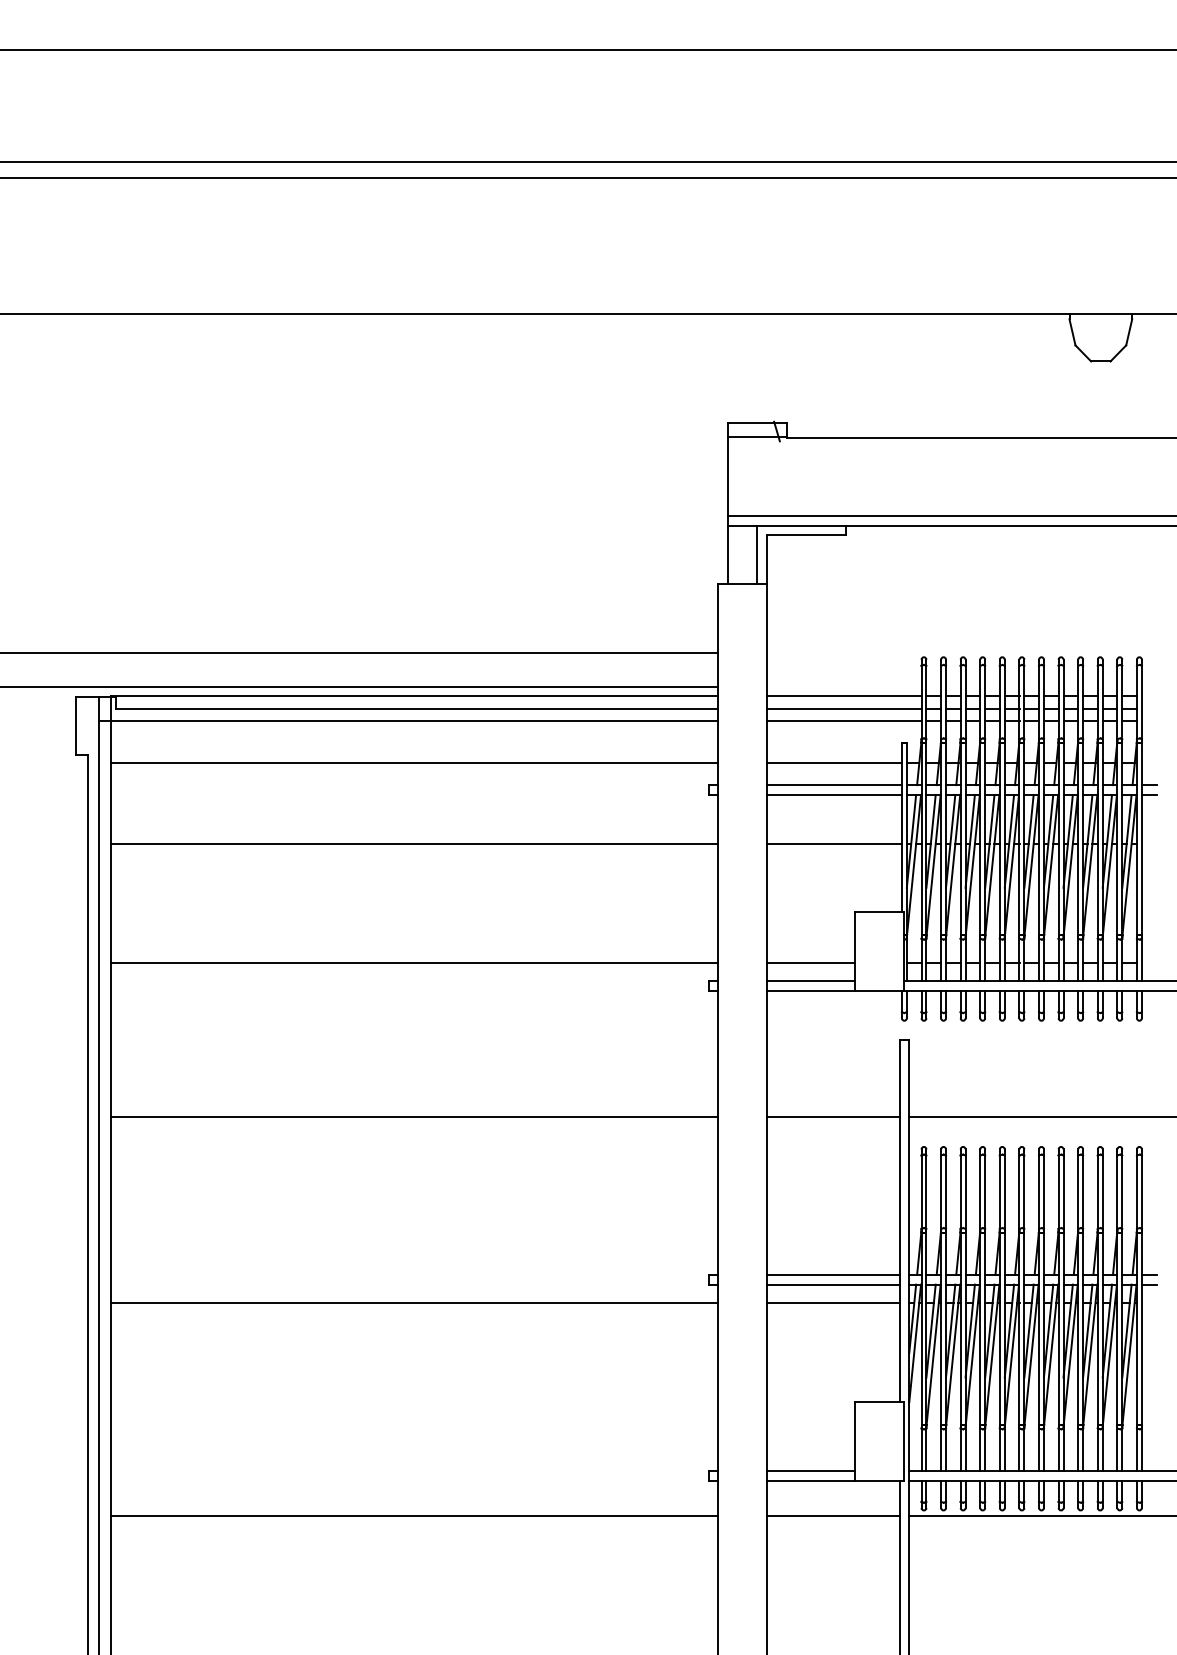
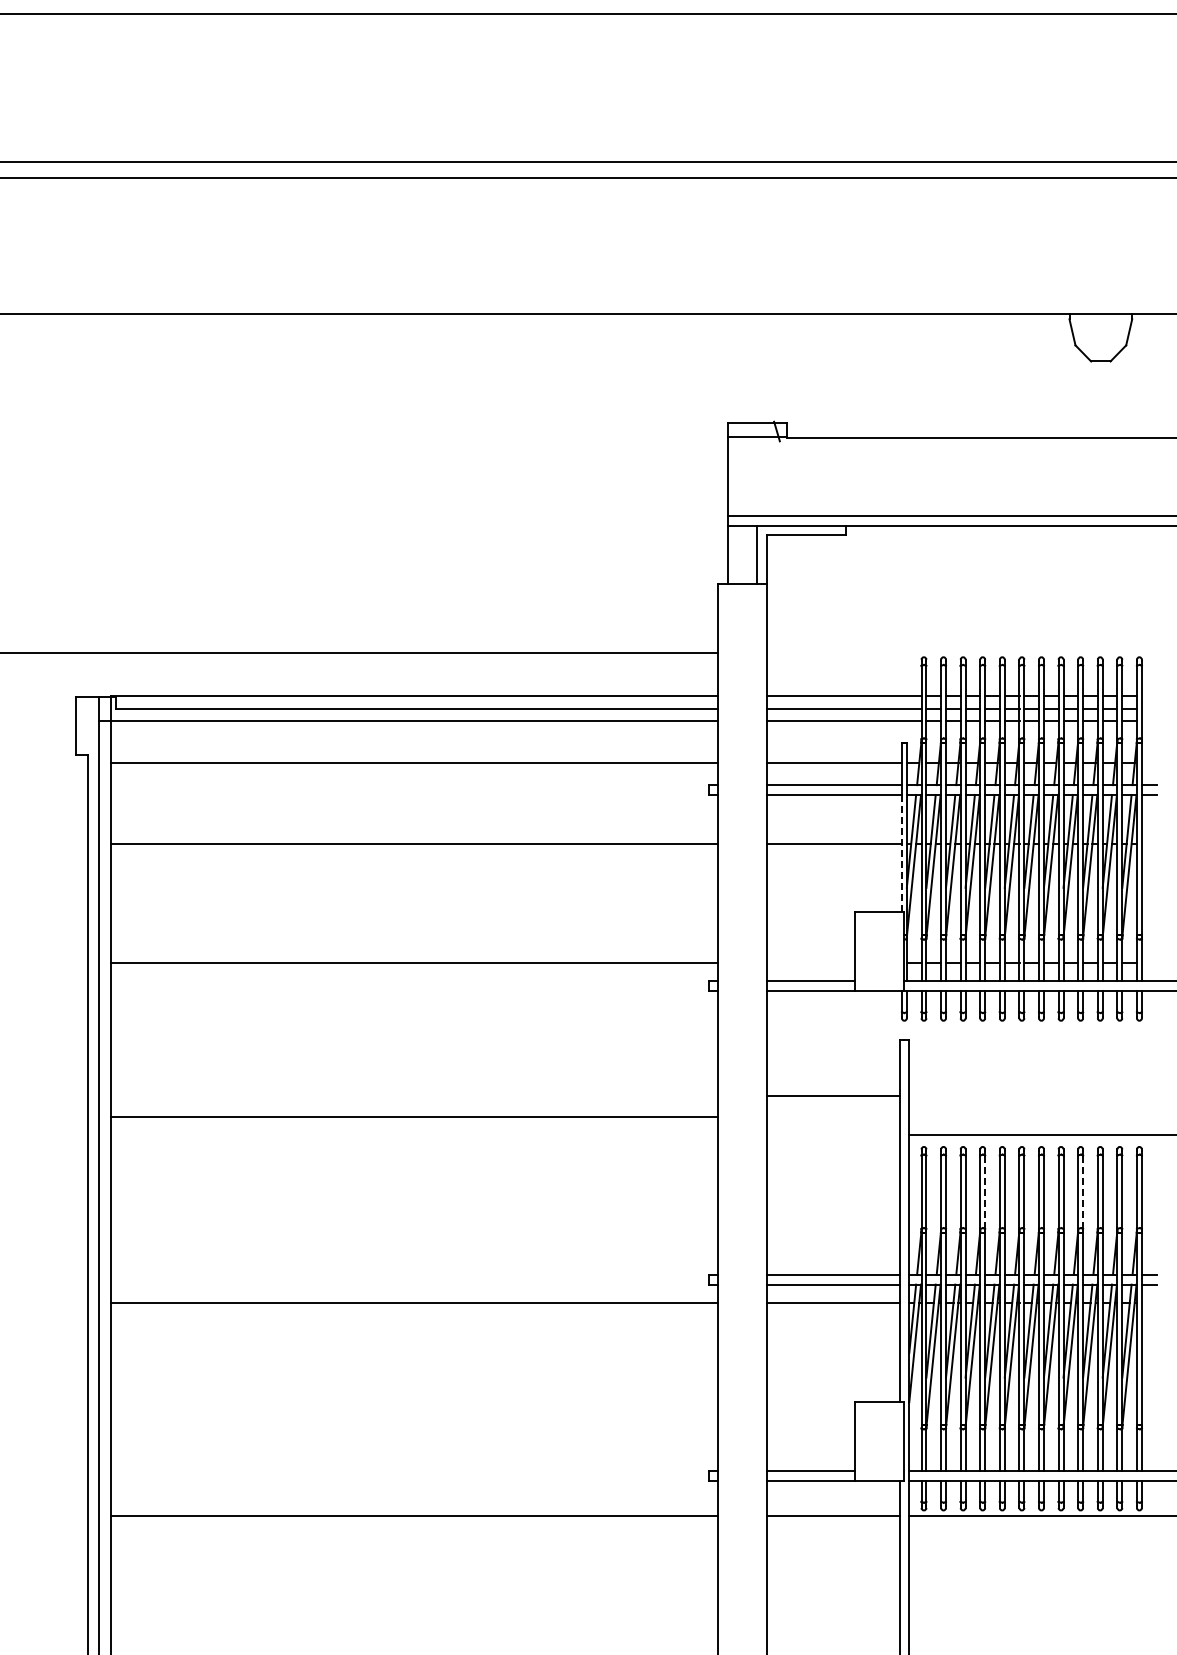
line at (587, 49) position: (587, 49) -> (587, 13)
line at (360, 687): present -> none
line at (901, 853): solid -> dashed
line at (811, 963): present -> none
line at (833, 1117) position: (833, 1117) -> (833, 1096)
line at (1041, 1117) position: (1041, 1117) -> (1041, 1135)
line at (985, 1192): solid -> dashed
line at (1083, 1192): solid -> dashed
